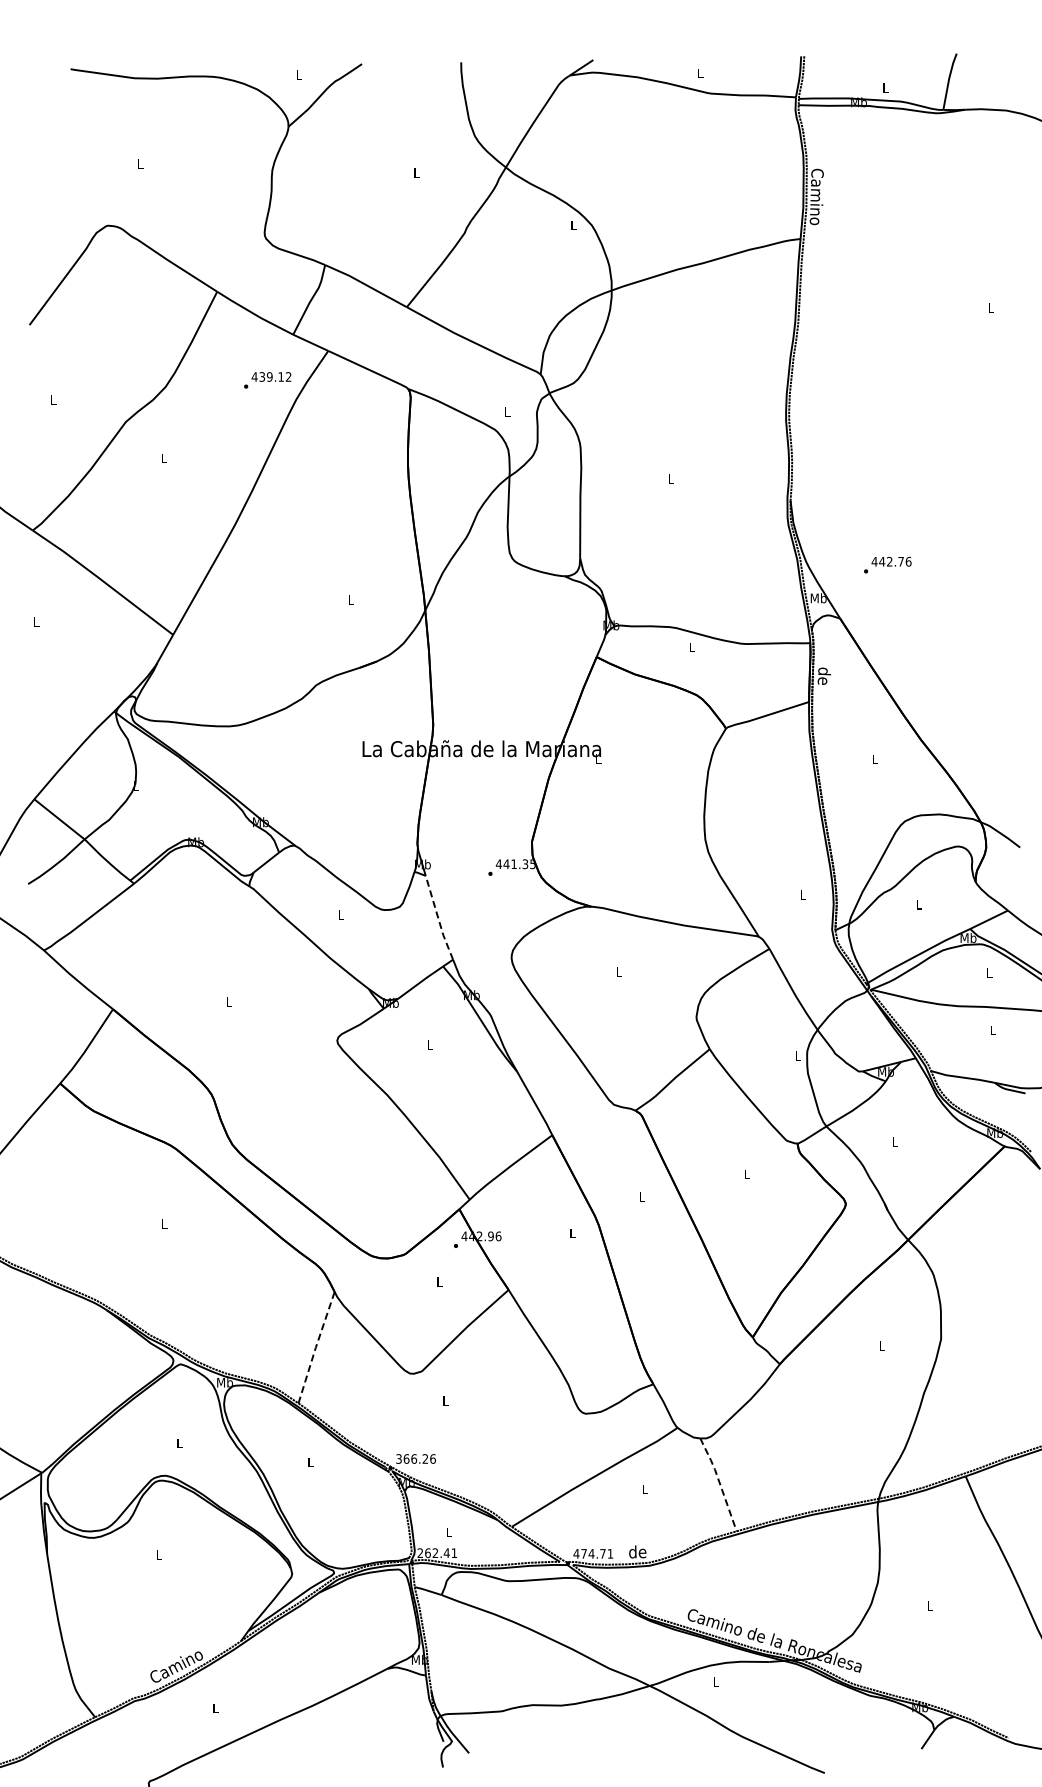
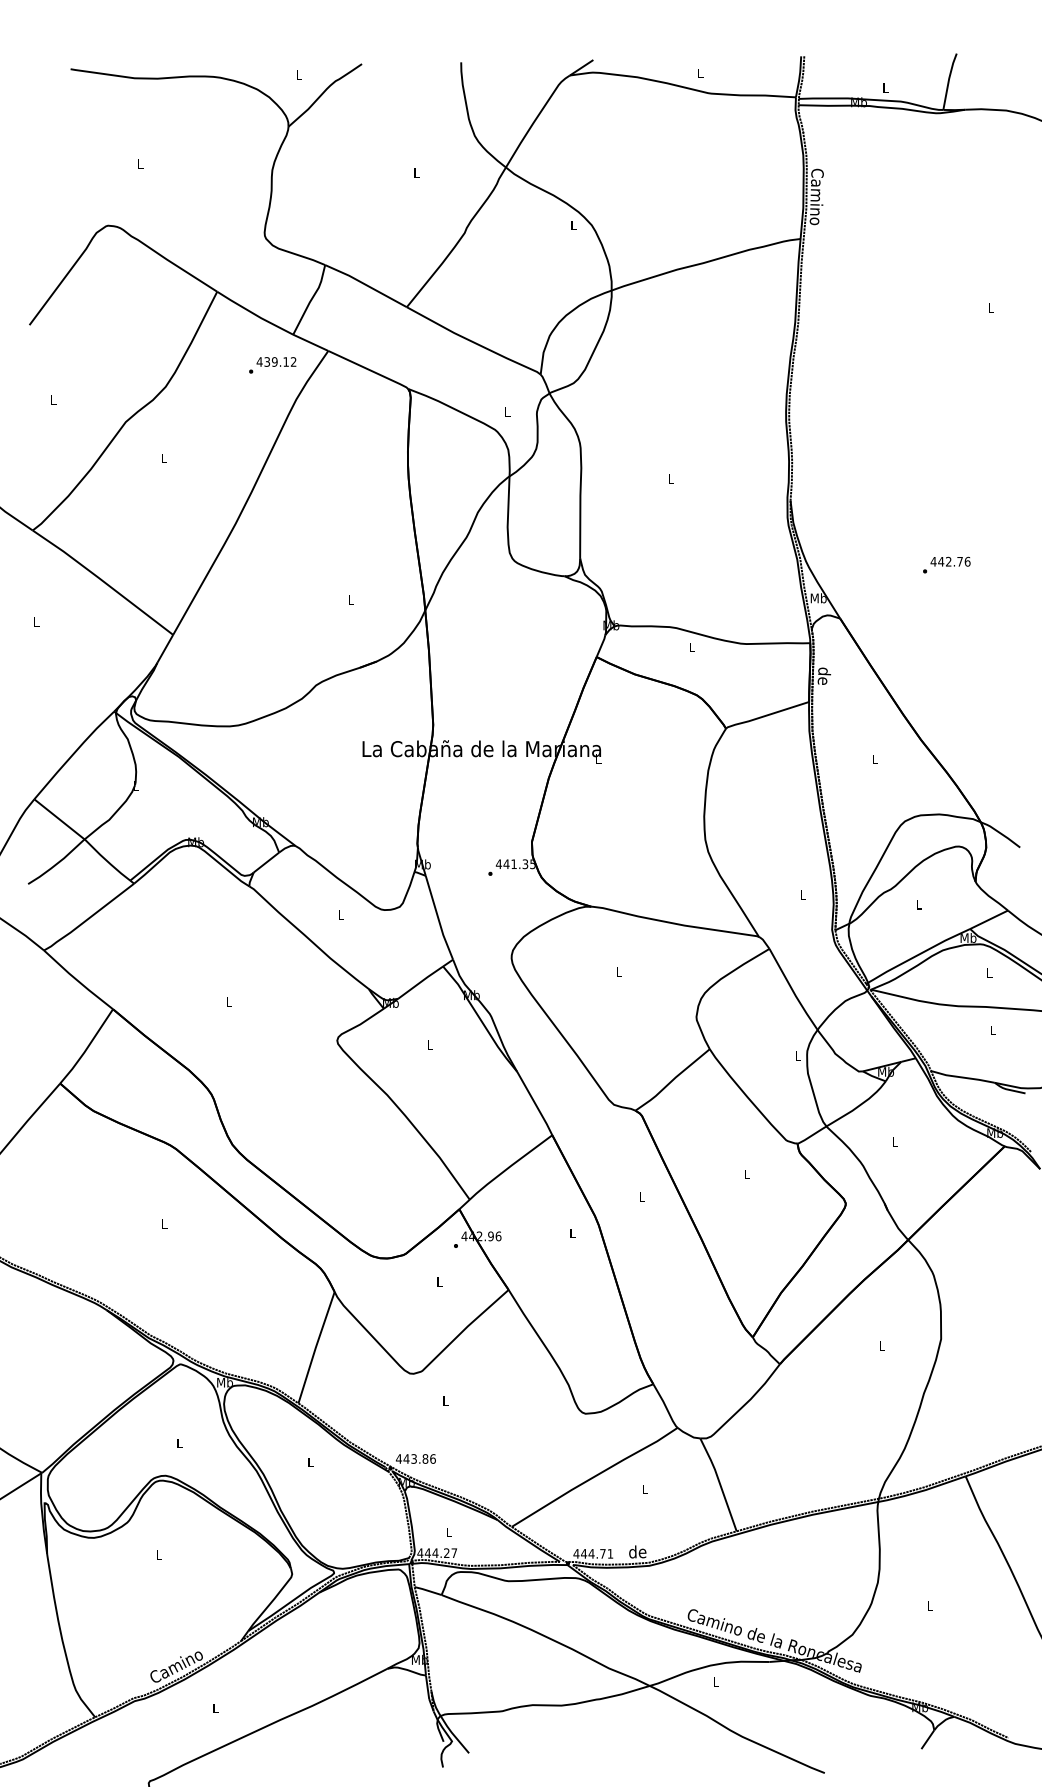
text at (267, 380) position: (267, 380) -> (272, 365)
text at (887, 564) position: (887, 564) -> (946, 564)
line at (438, 918): dashed -> solid
line at (315, 1347): dashed -> solid
text at (411, 1458): 366.26 -> 443.86
line at (719, 1482): dashed -> solid
text at (437, 1553): 262.41 -> 444.27
text at (584, 1553): 474.71 -> 444.71
